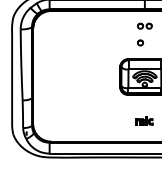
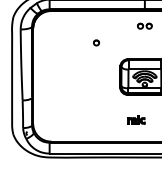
part at (140, 42) position: (140, 42) -> (96, 42)
part at (144, 120) position: (144, 120) -> (136, 119)
